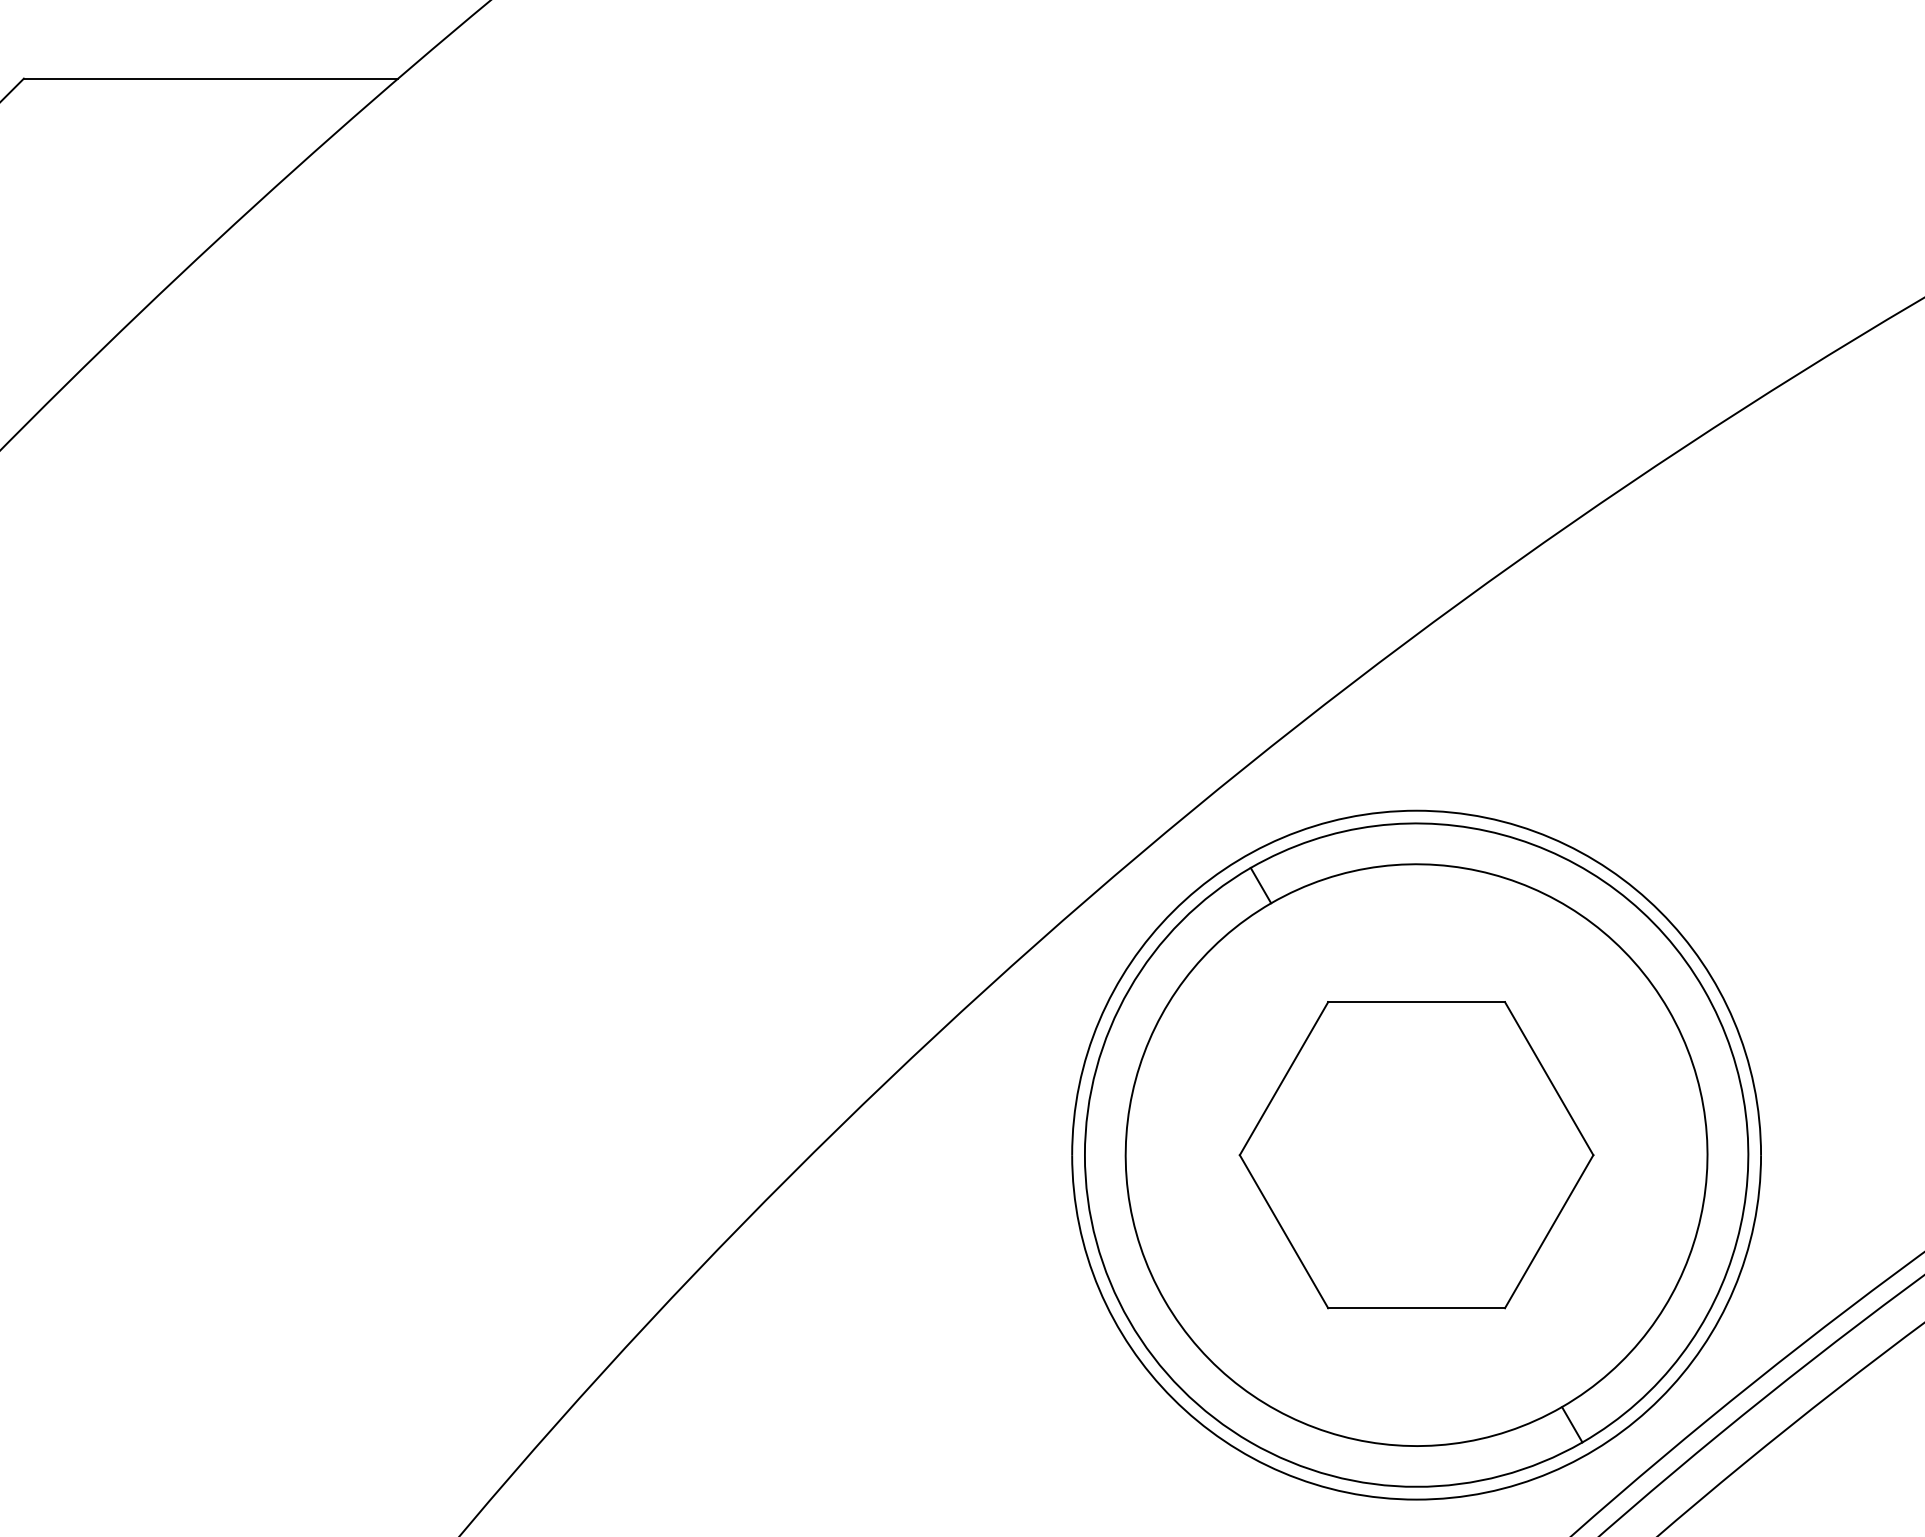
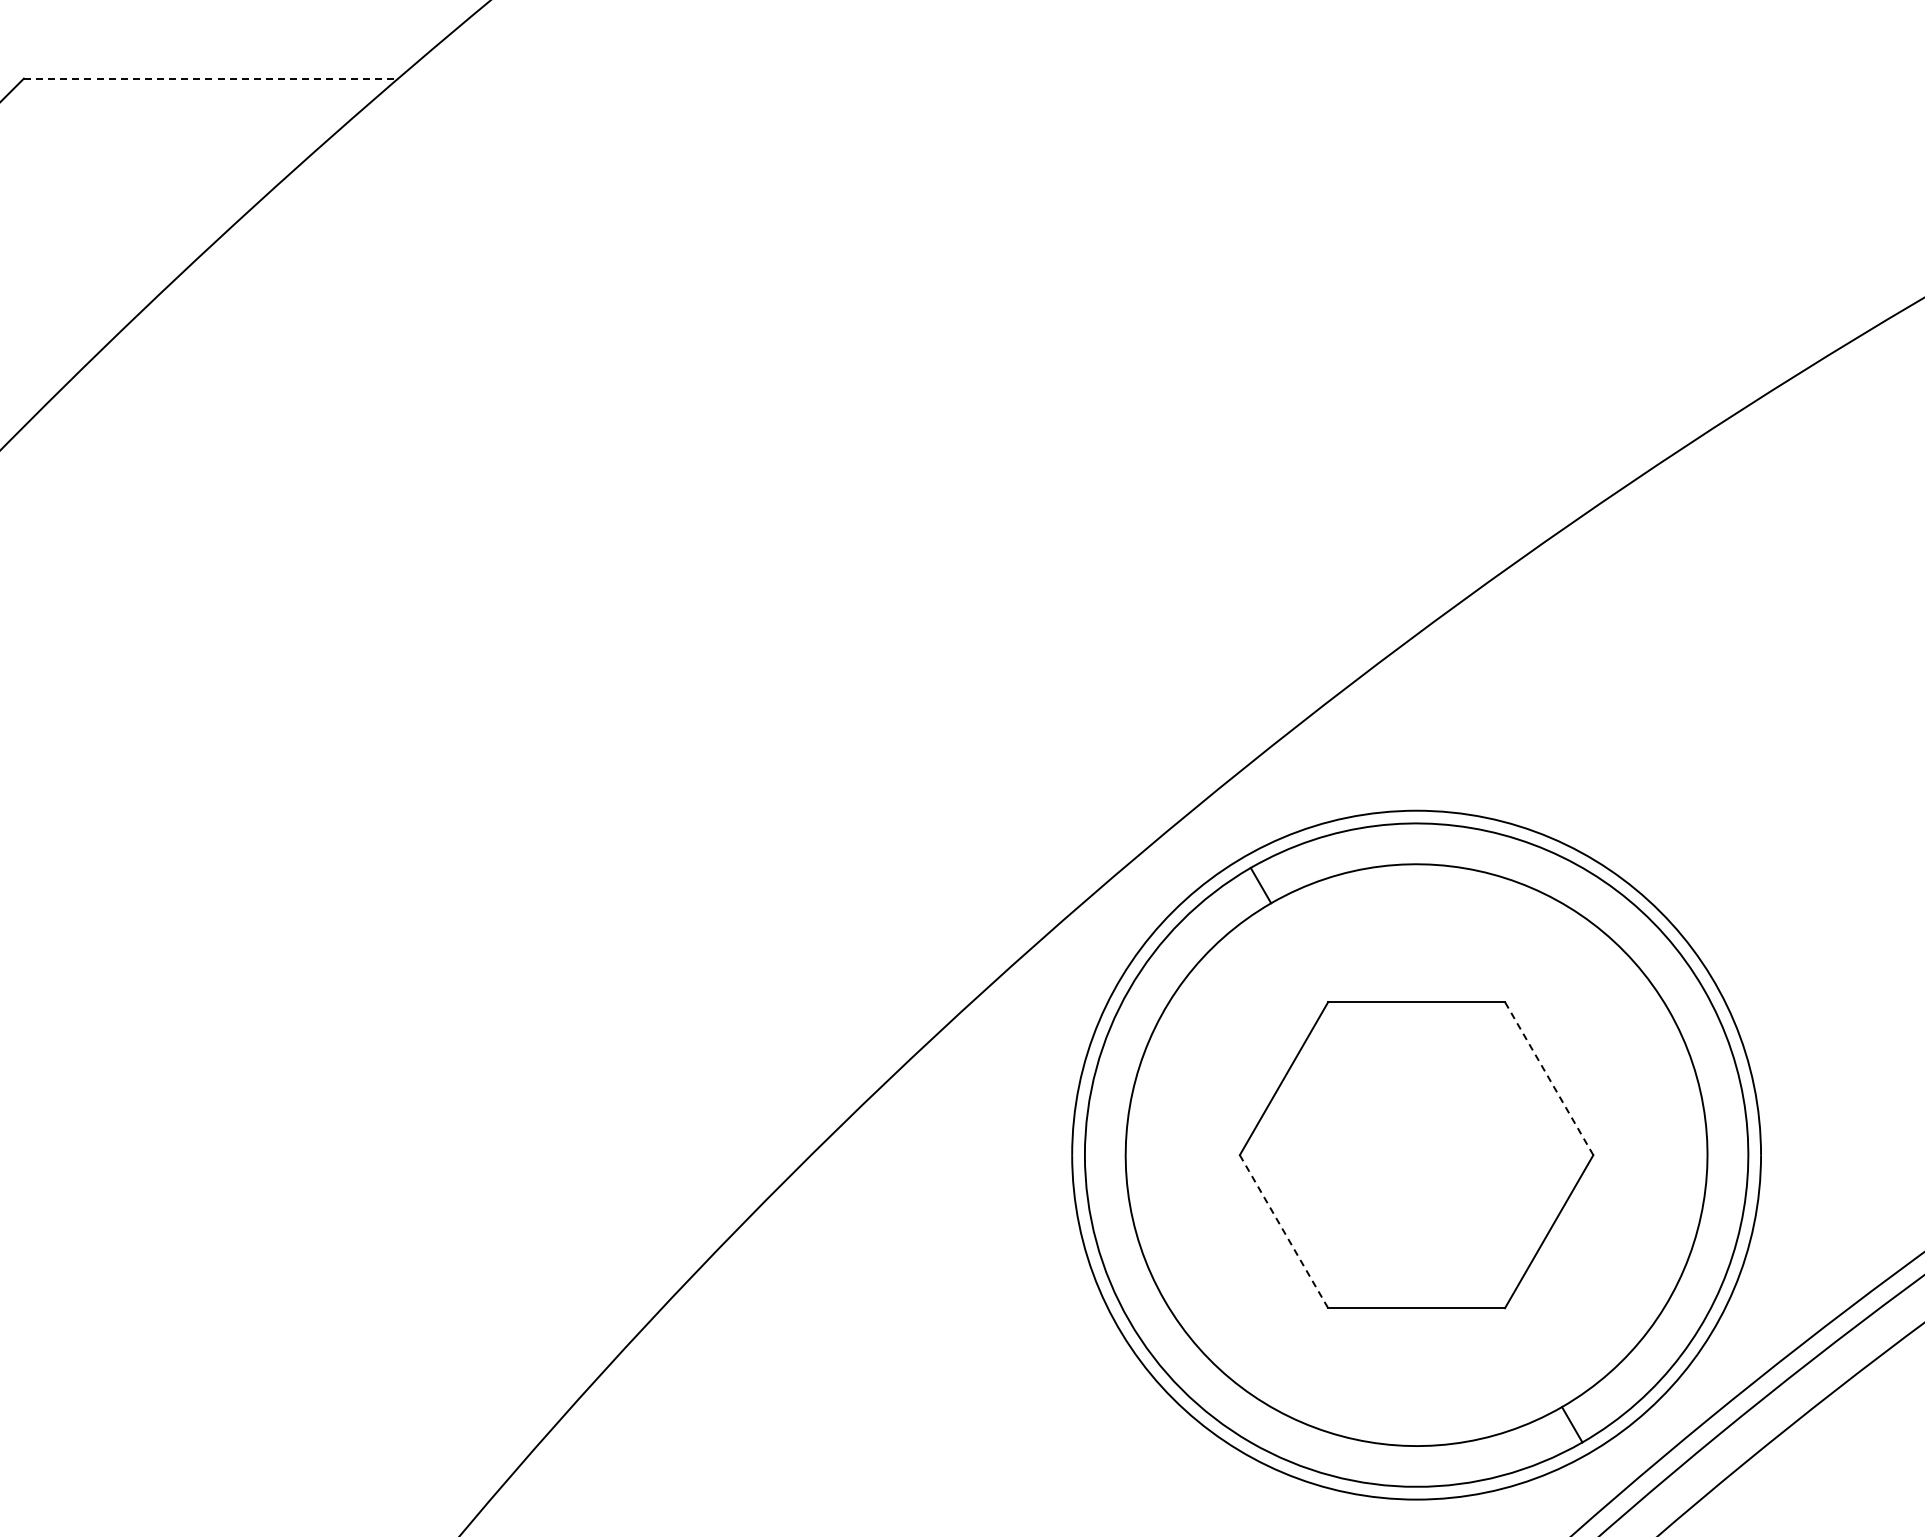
line at (211, 78): solid -> dashed
line at (1548, 1078): solid -> dashed
line at (1284, 1232): solid -> dashed
